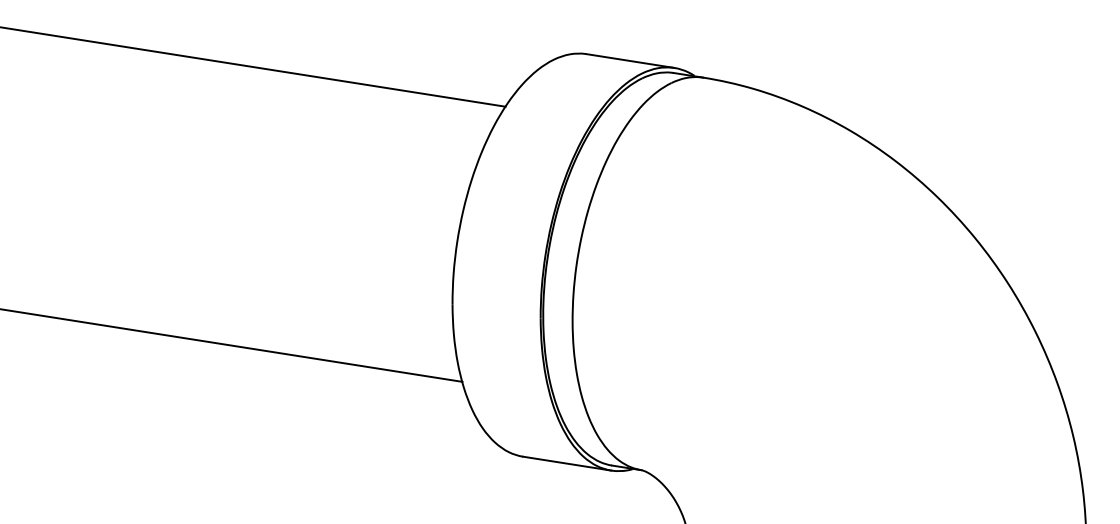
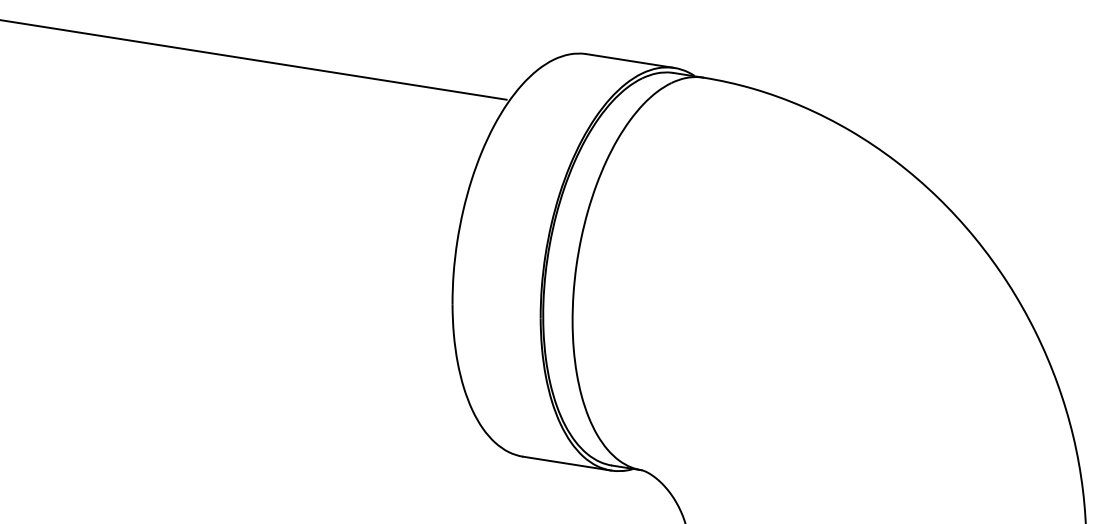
line at (253, 66) position: (253, 66) -> (254, 59)
line at (232, 345): present -> none
